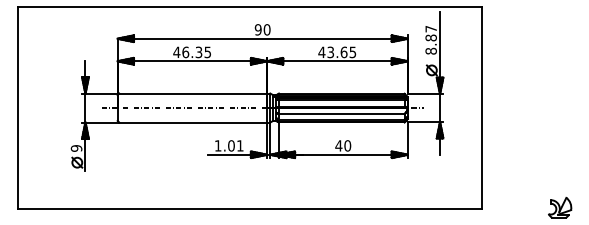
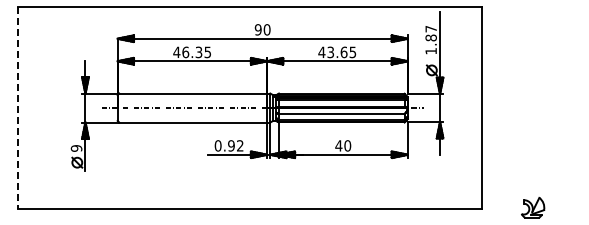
text at (430, 50): 8.87 -> 1.87
line at (17, 108): solid -> dashed
text at (228, 145): 1.01 -> 0.92
part at (560, 207) position: (560, 207) -> (533, 207)
